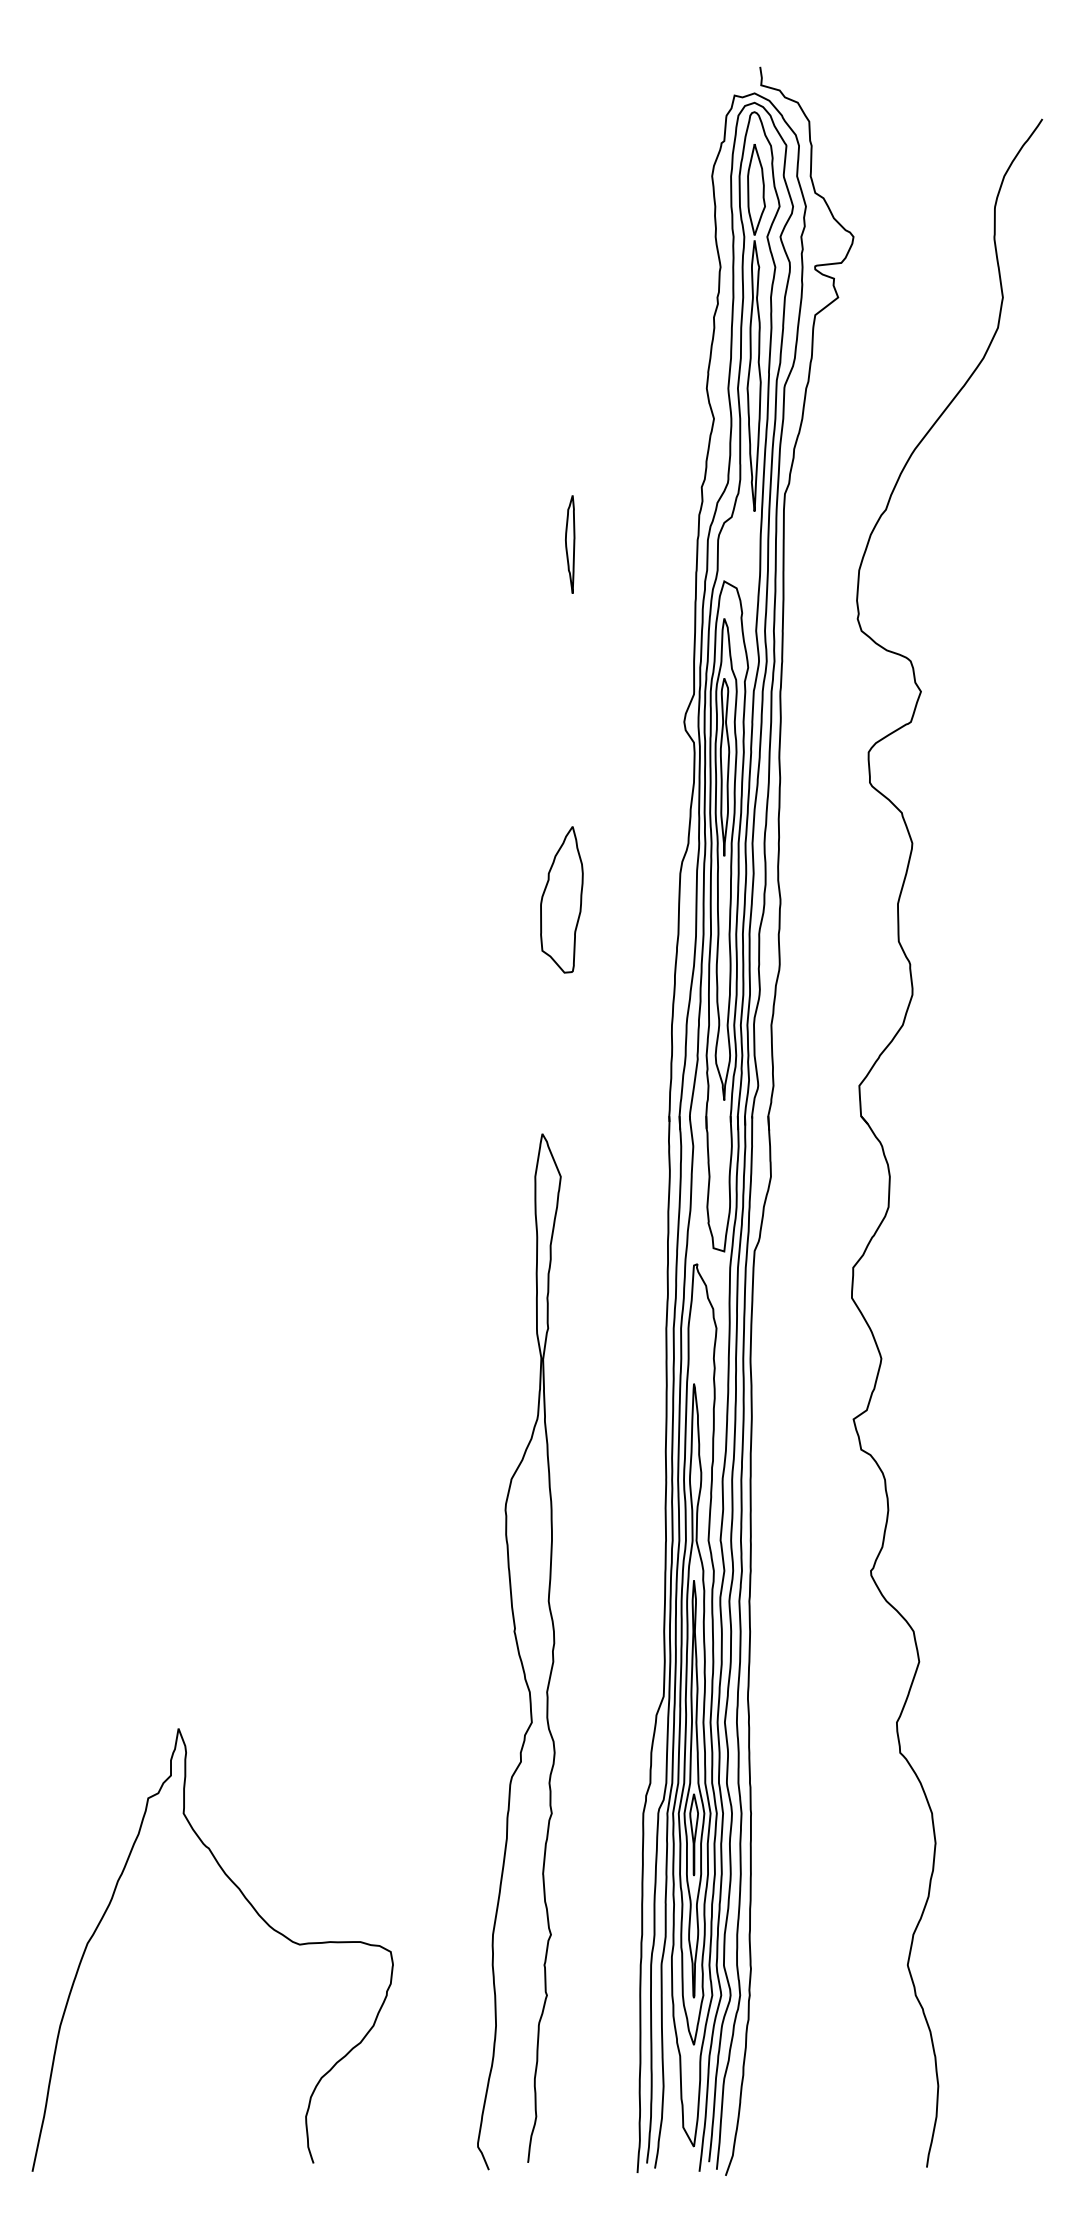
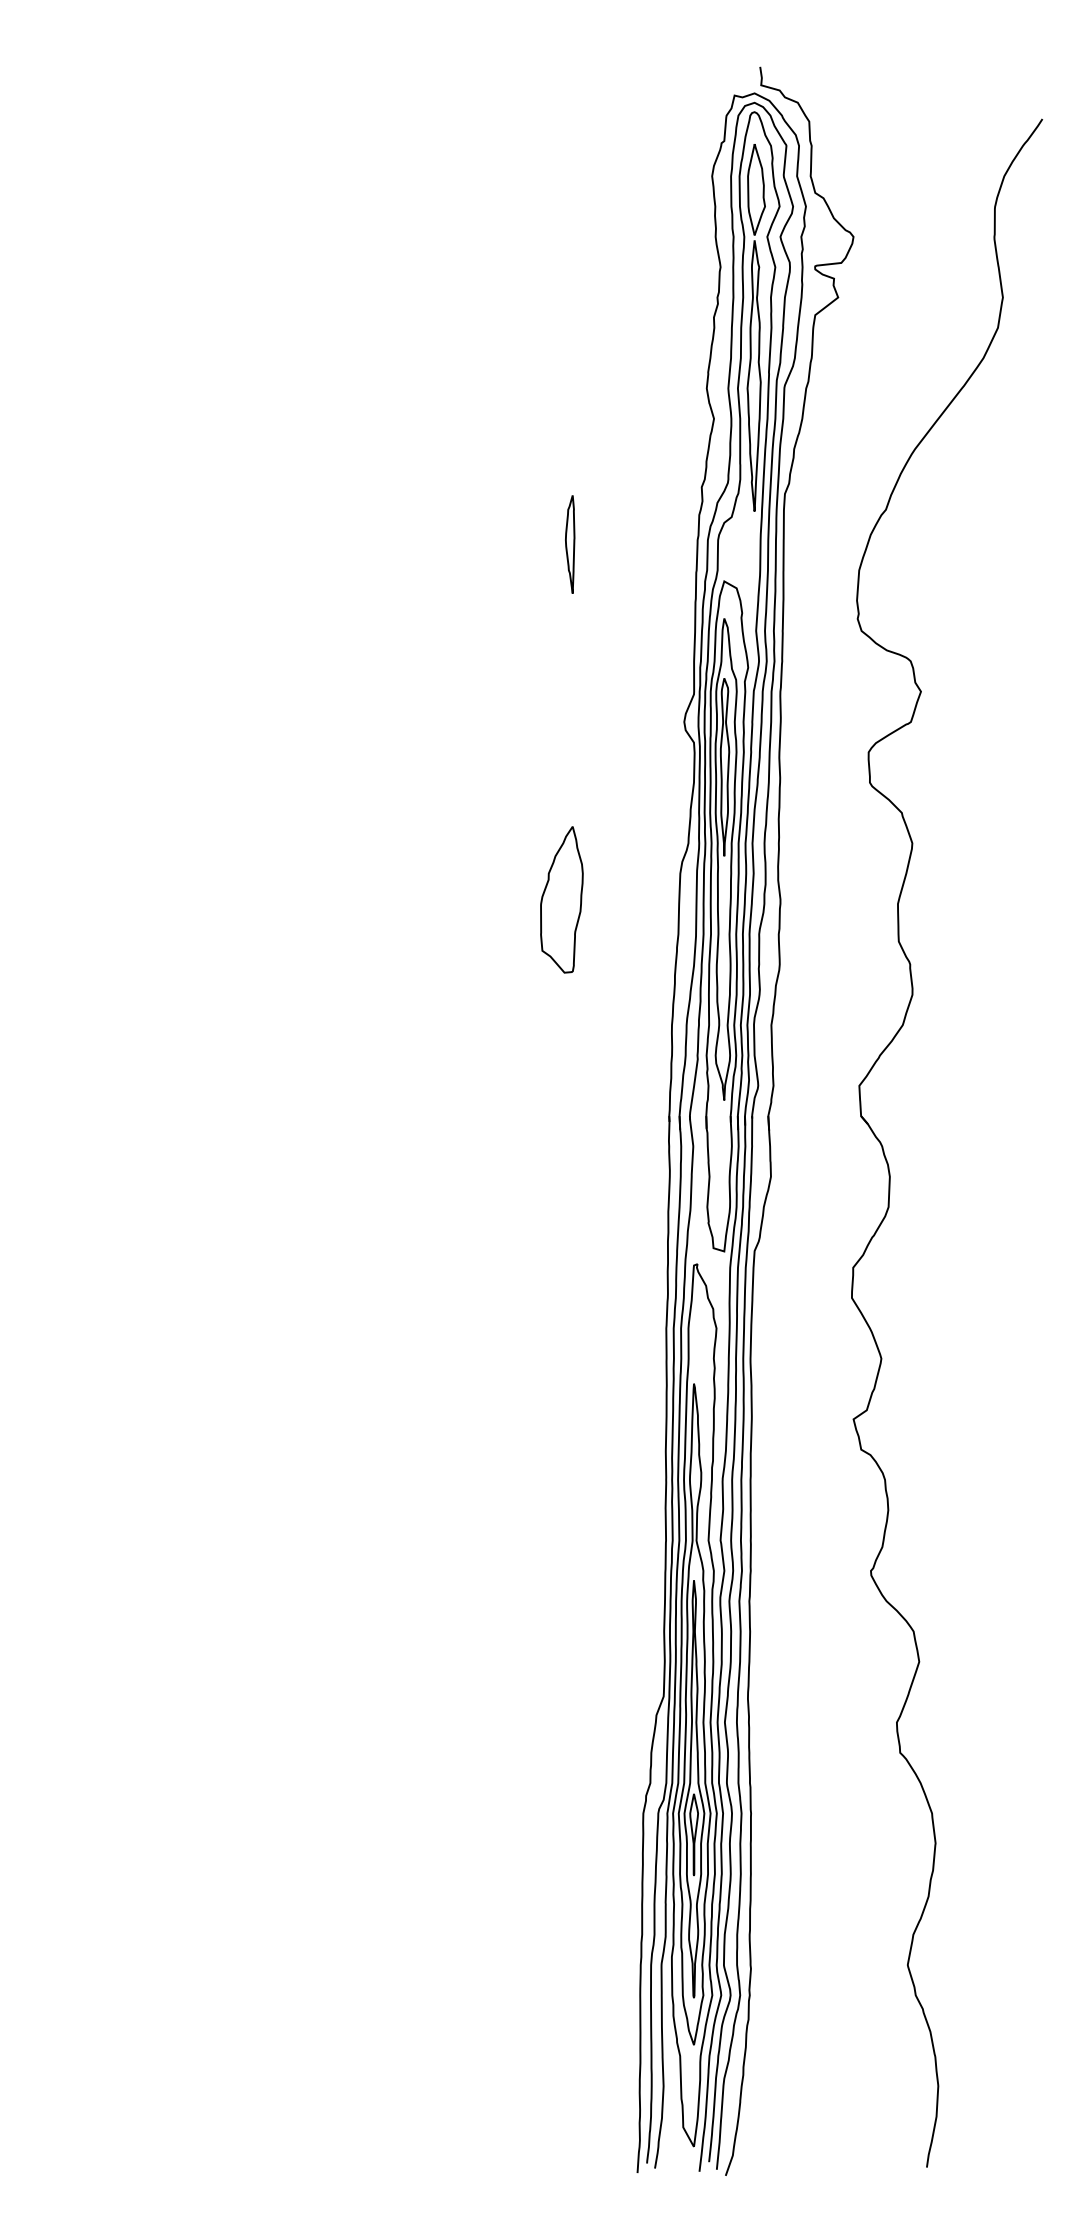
curve at (519, 1651): present -> none
curve at (255, 1912): present -> none
